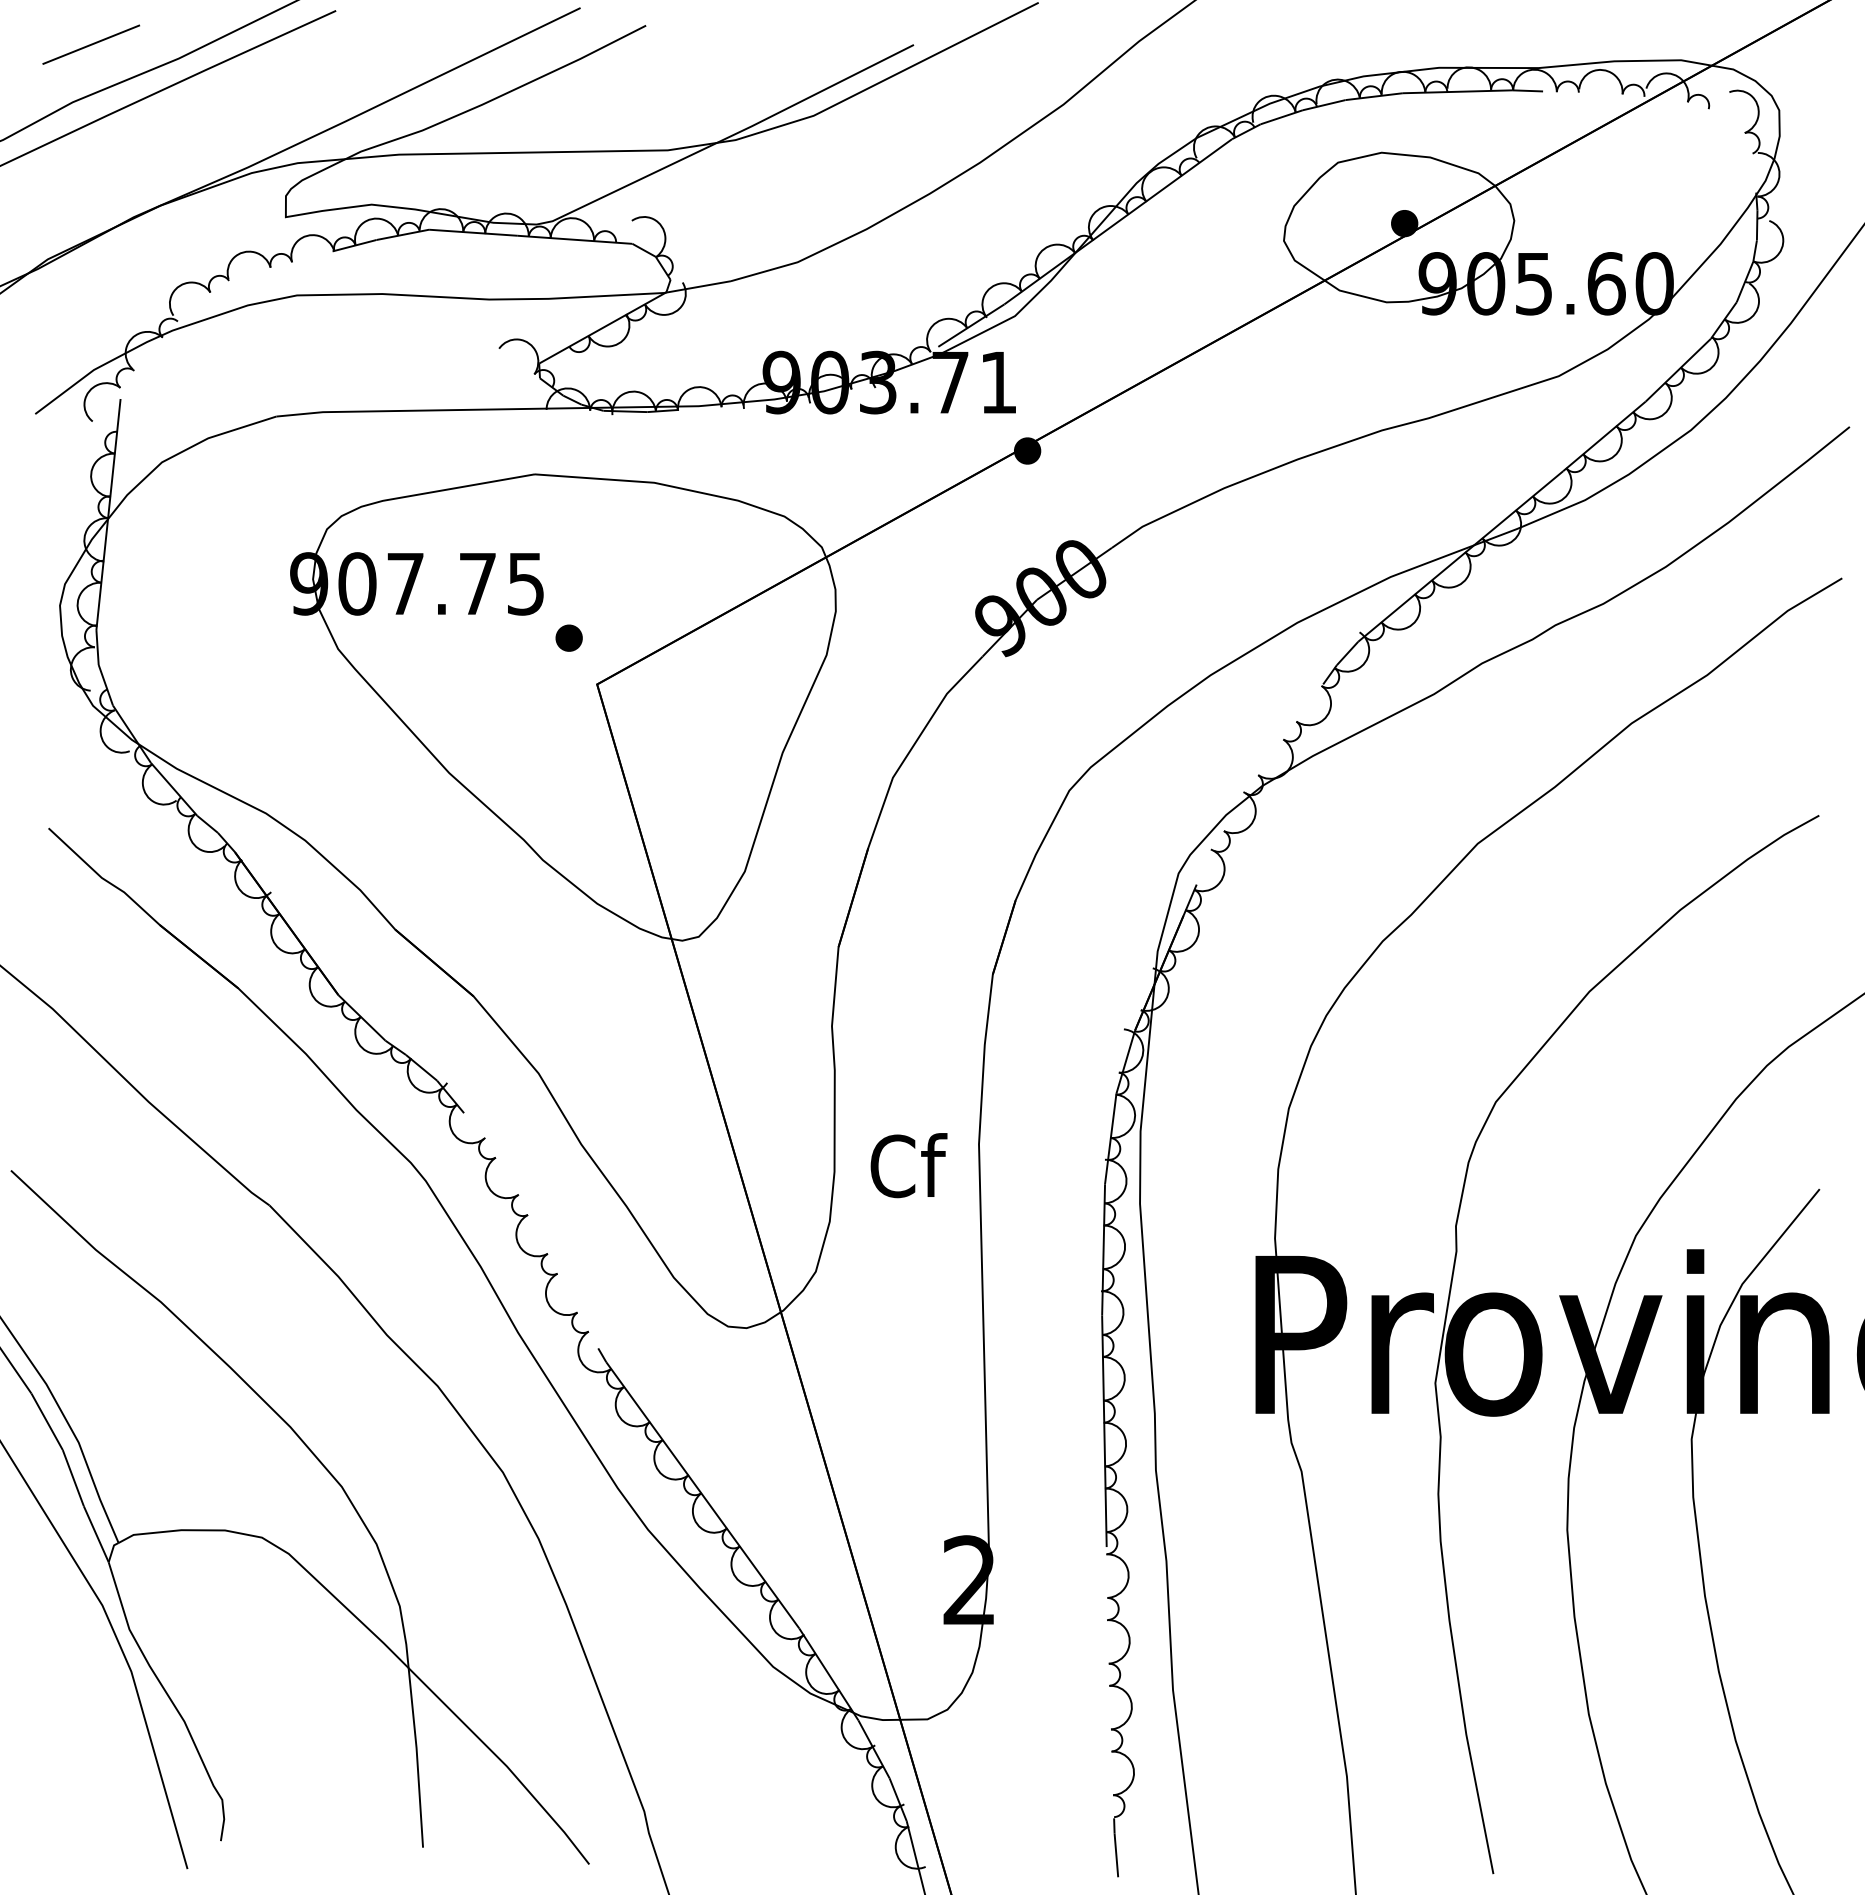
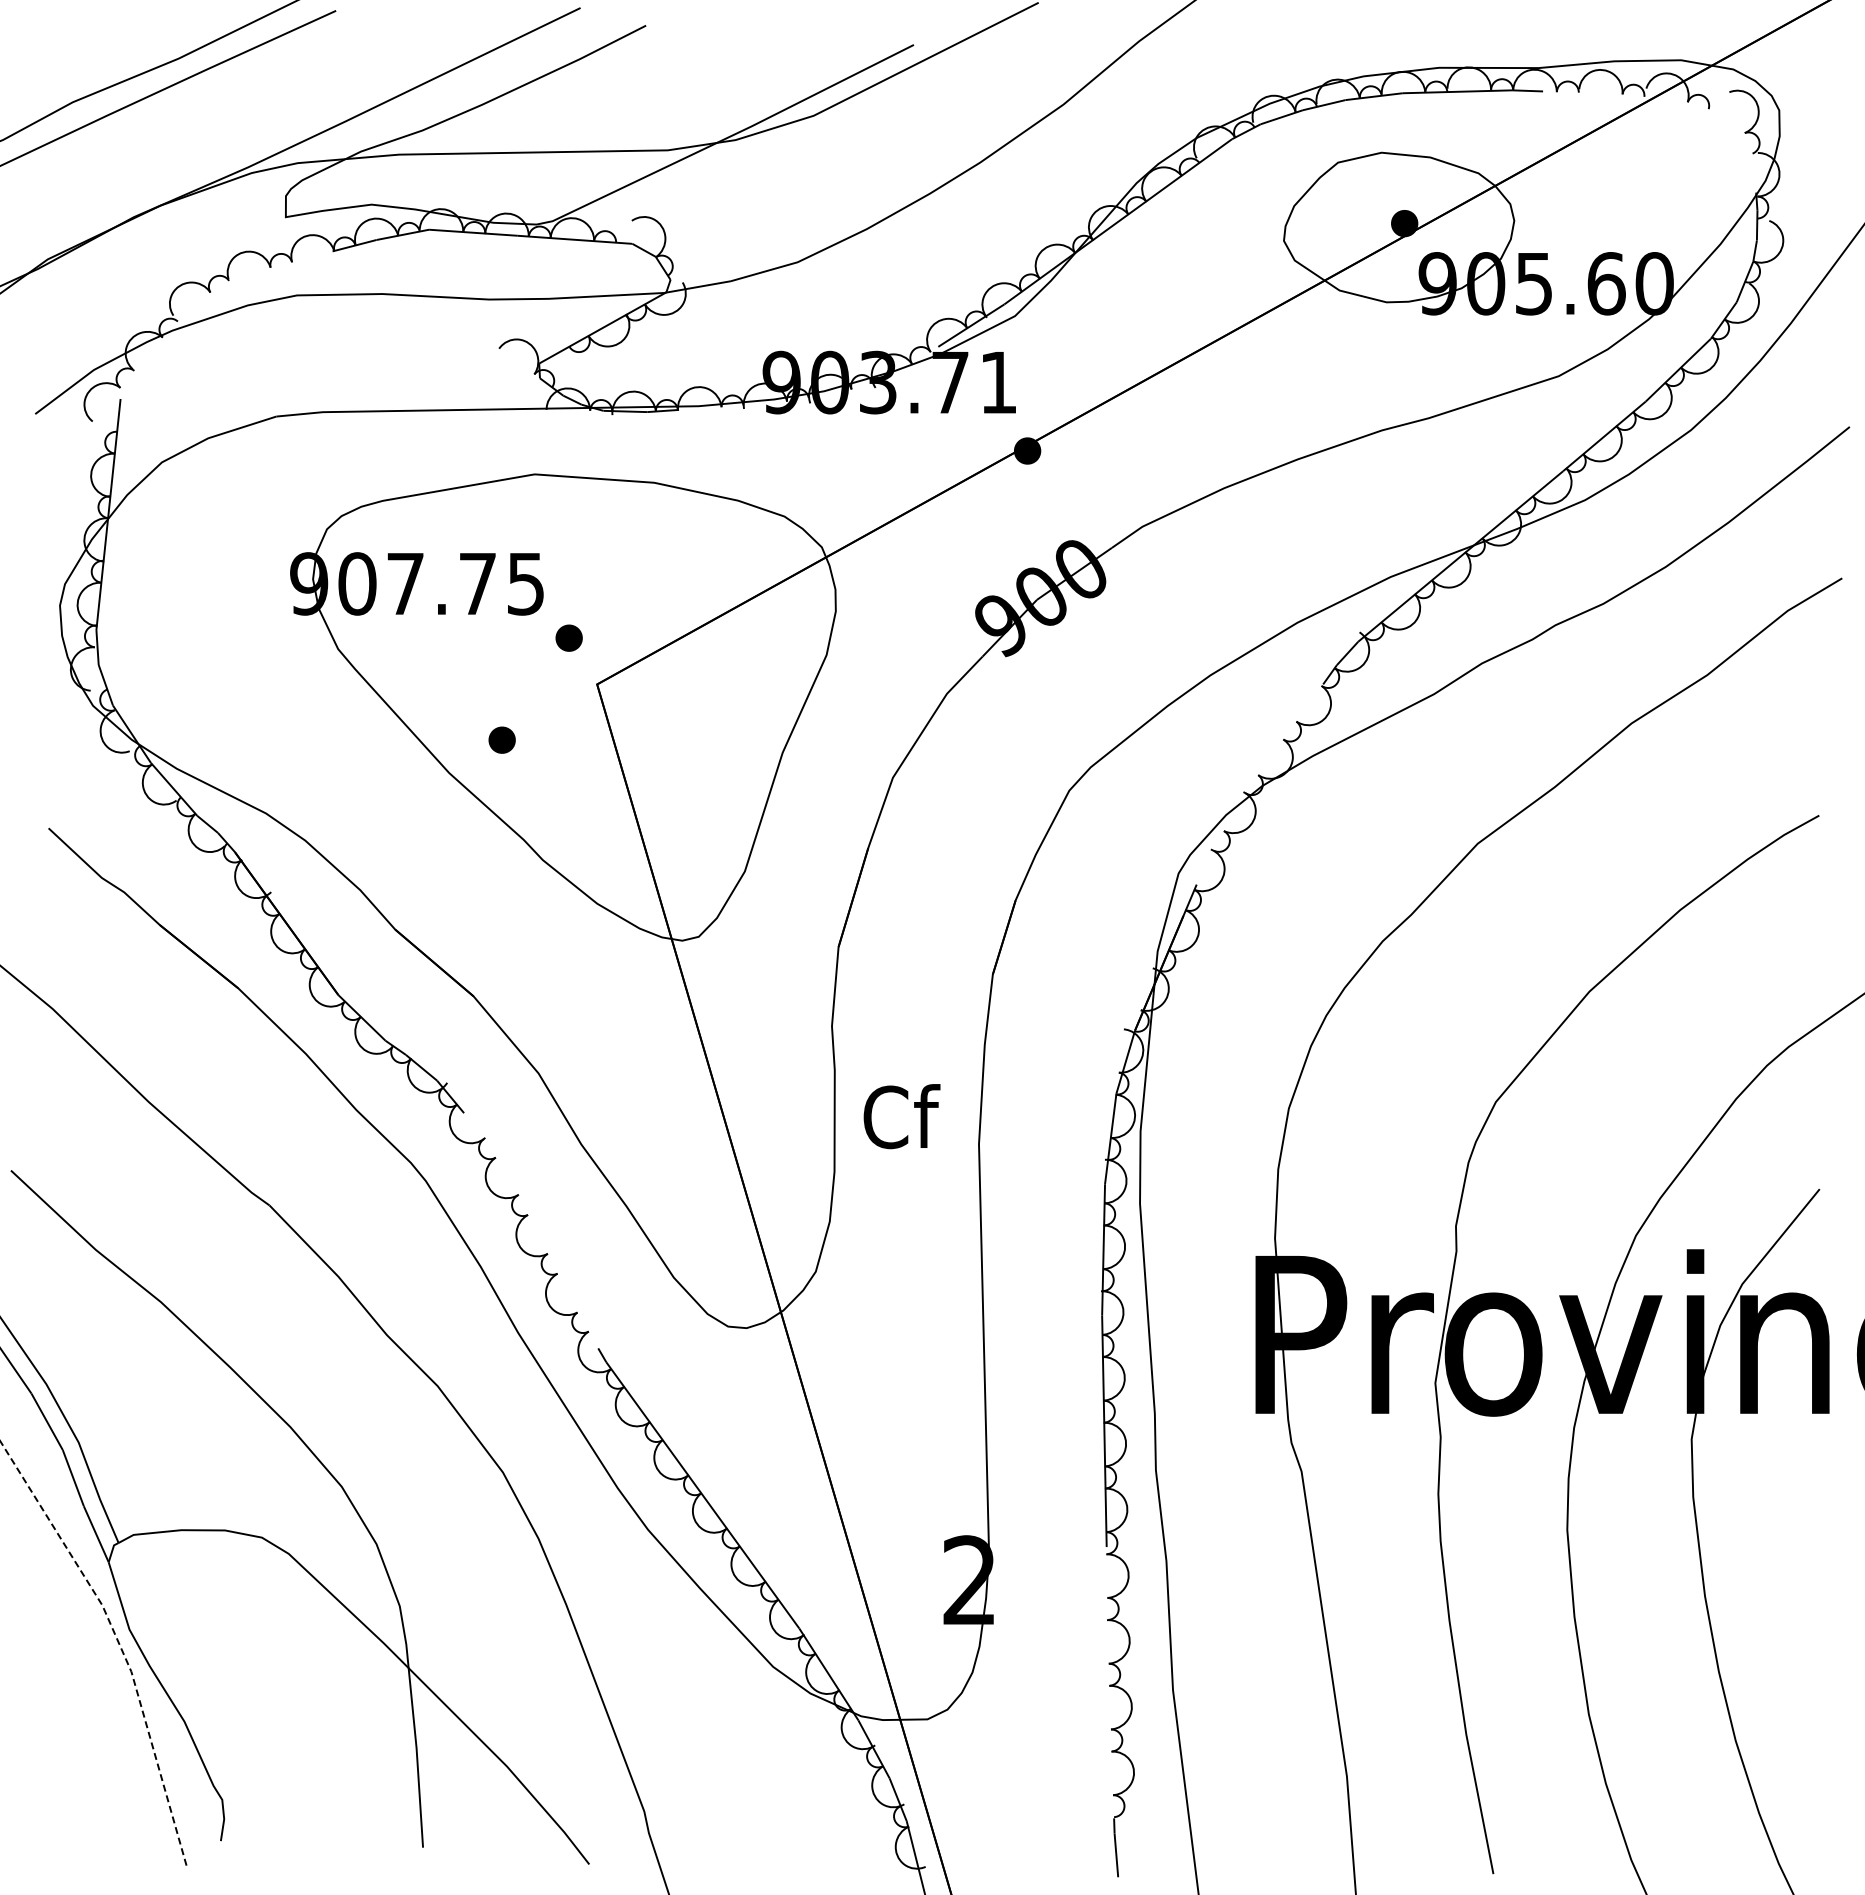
line at (91, 44): present -> none
part at (501, 739): none -> present
text at (908, 1165) position: (908, 1165) -> (901, 1116)
line at (119, 1644): solid -> dashed
